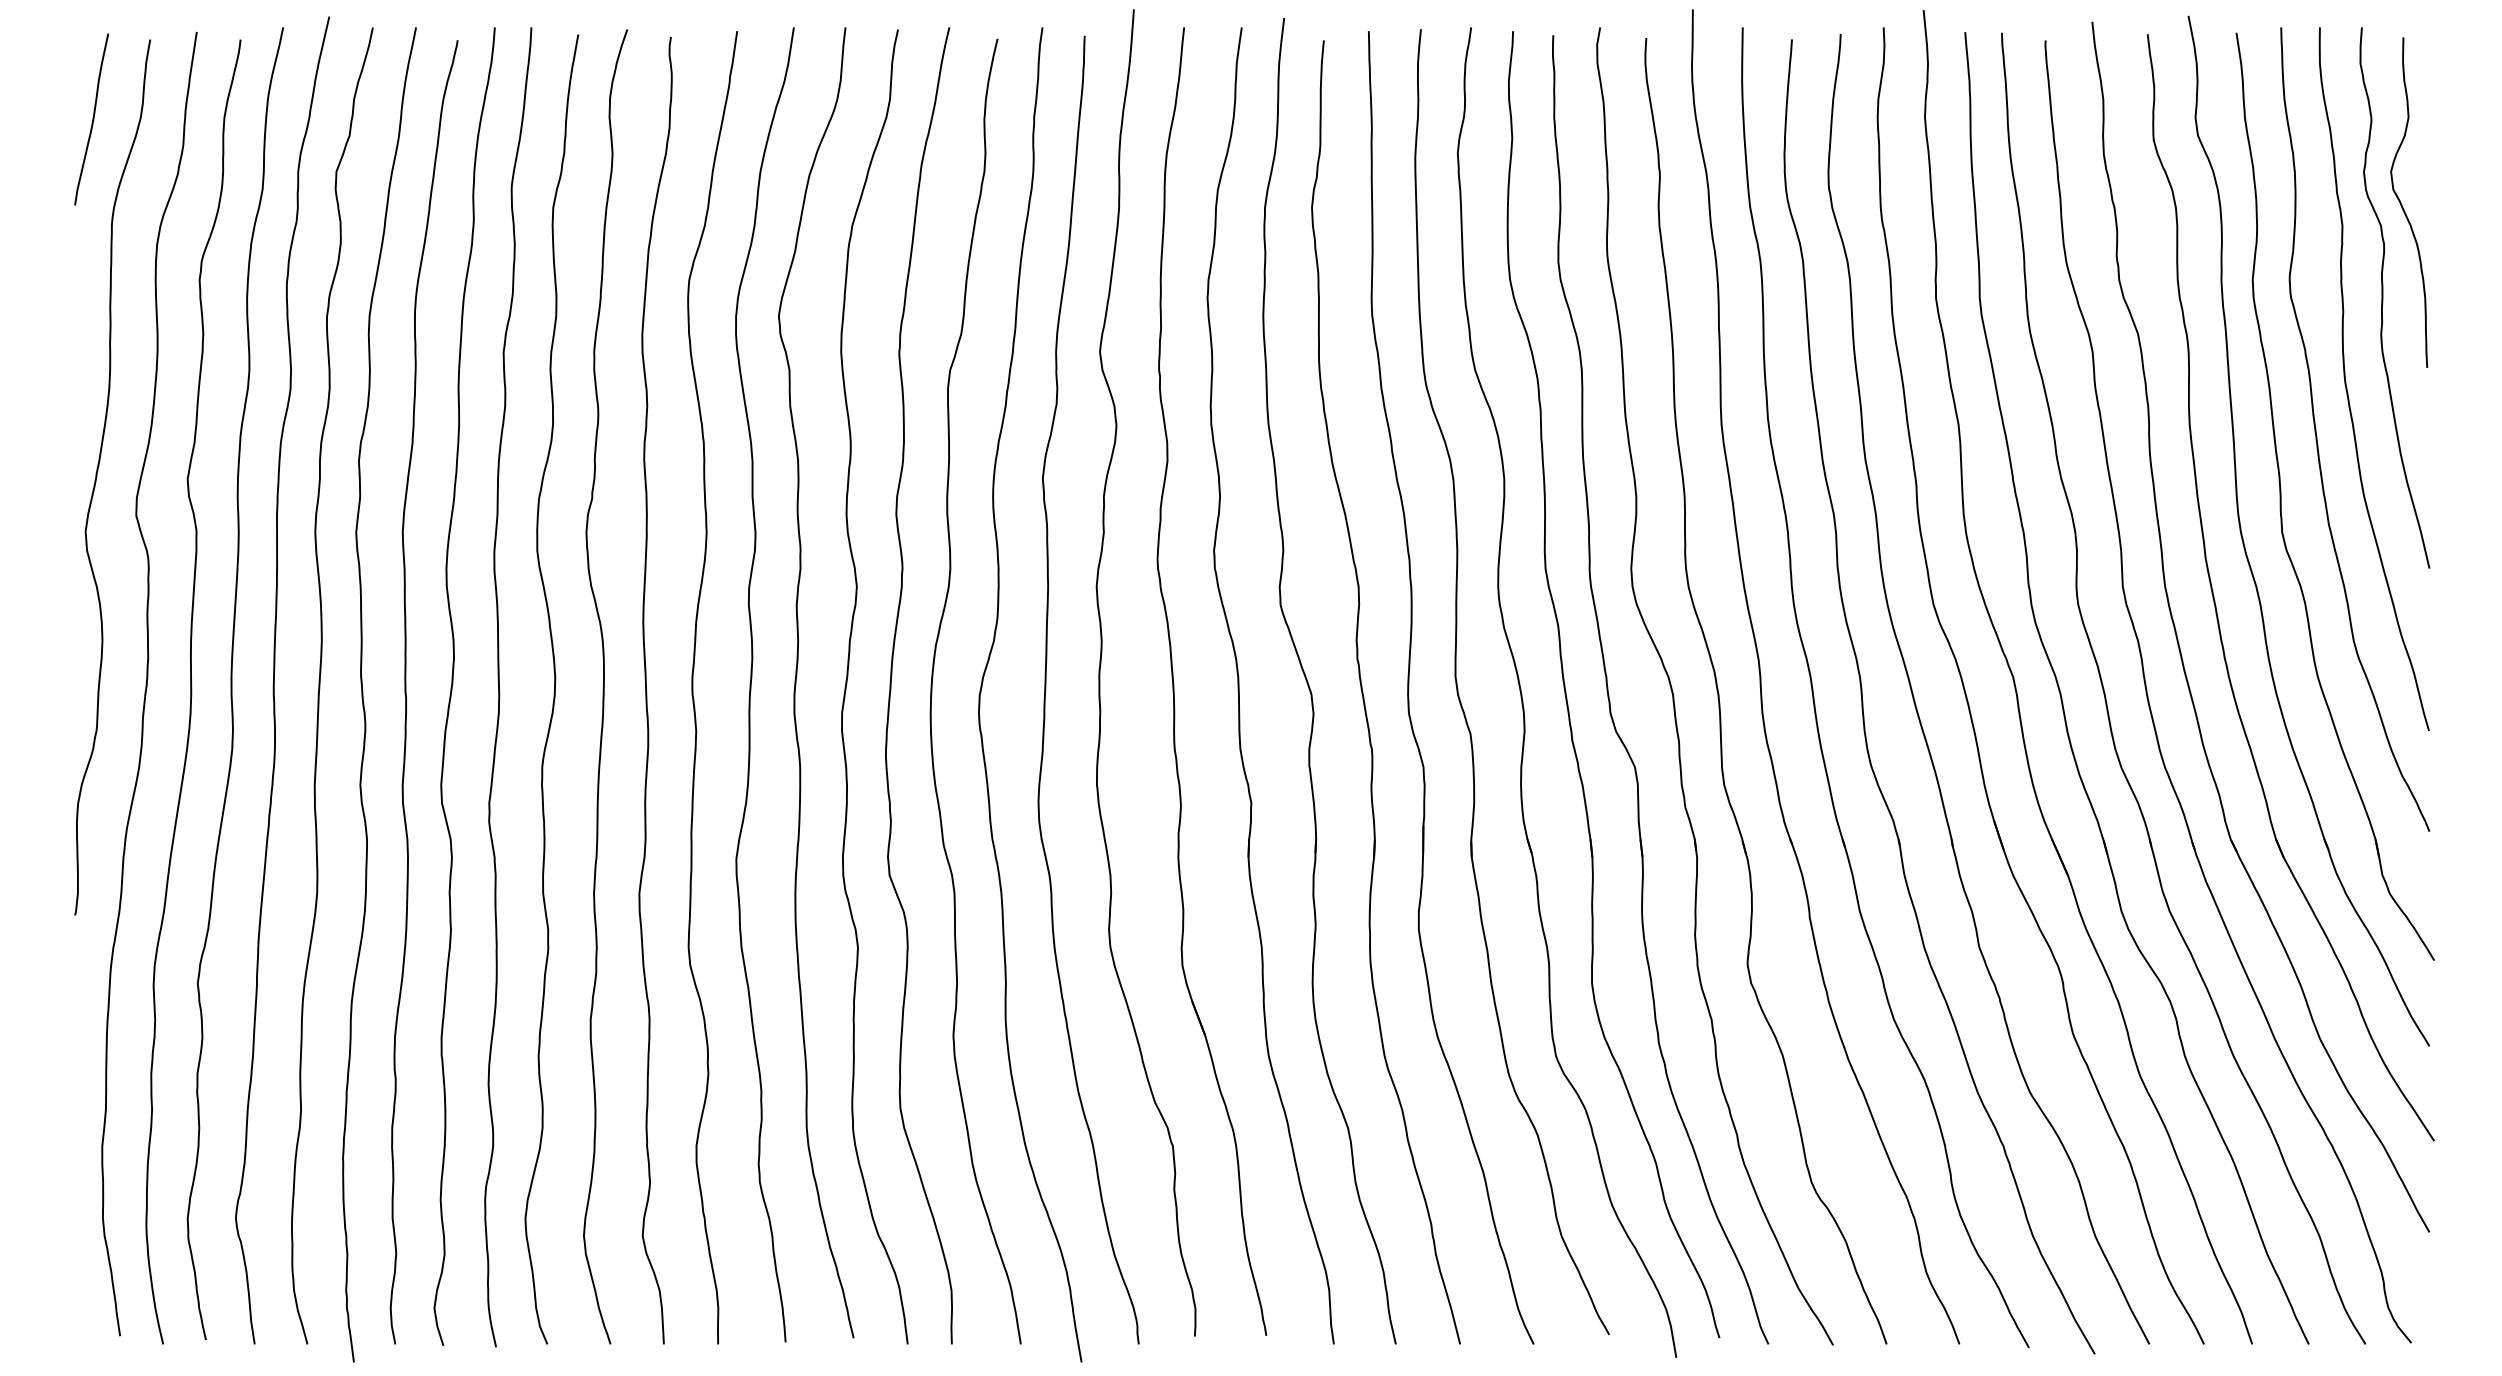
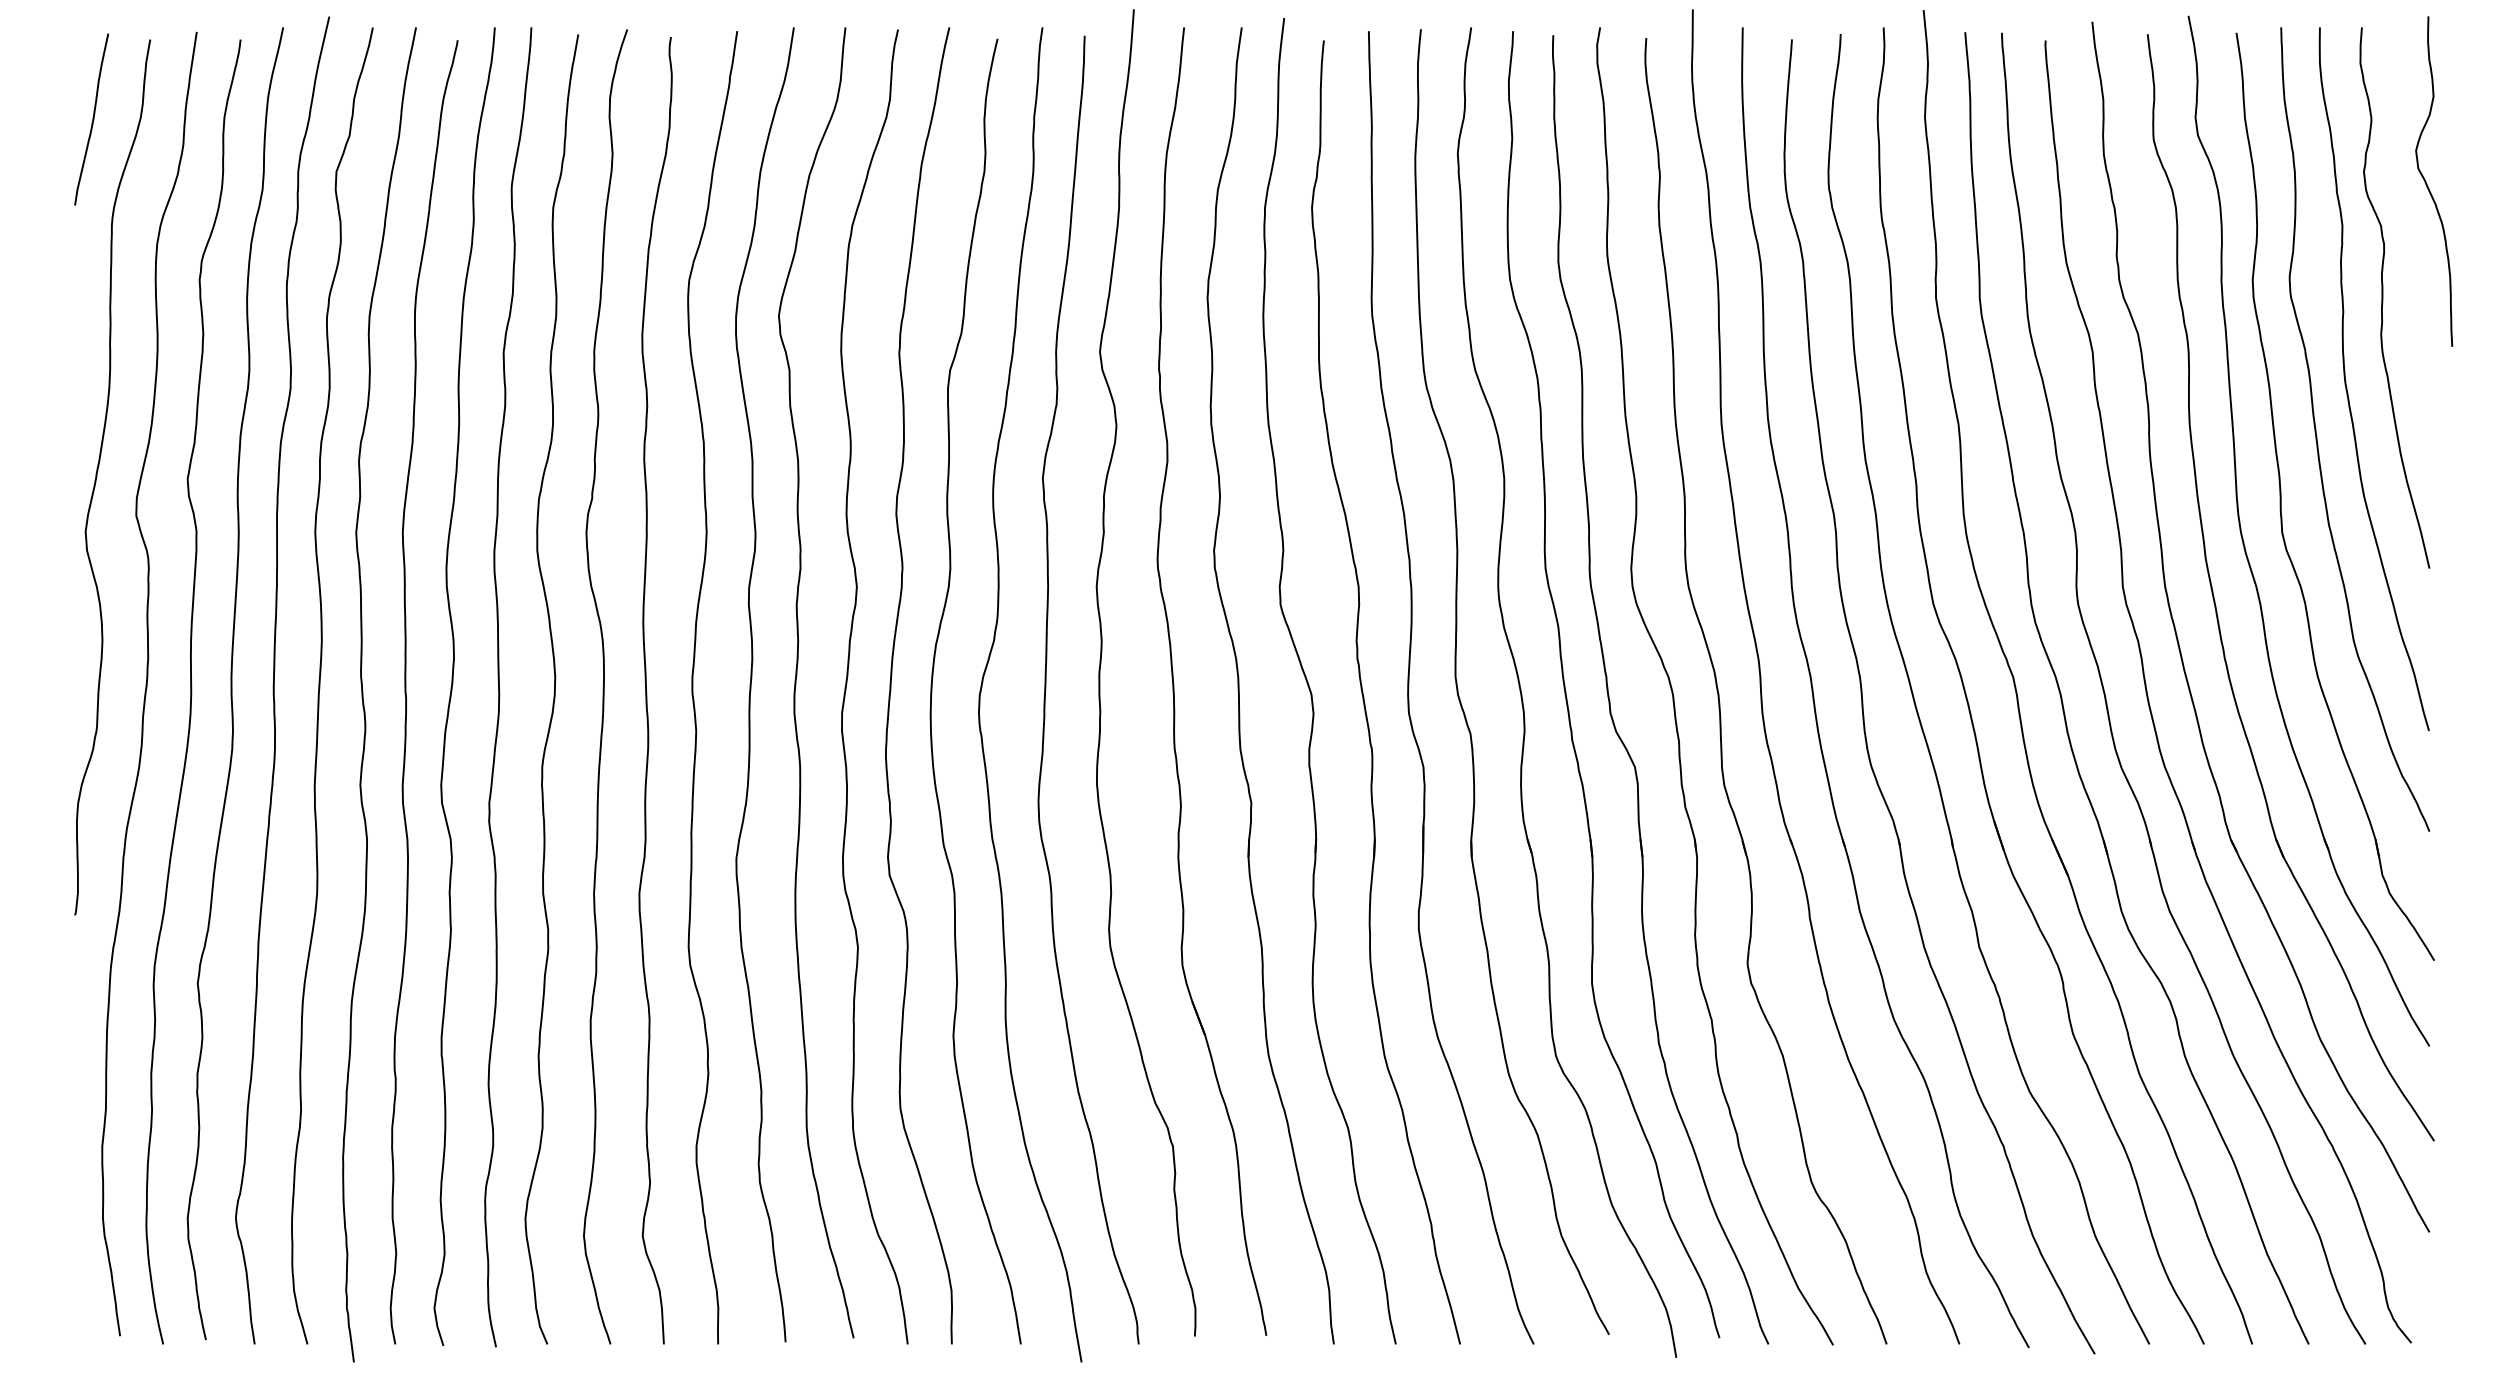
curve at (2402, 204) position: (2402, 204) -> (2427, 183)
